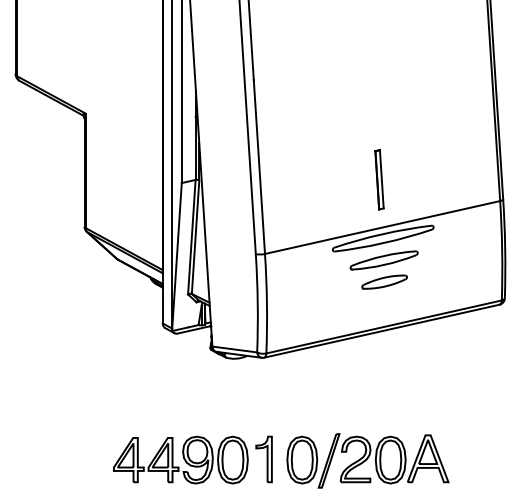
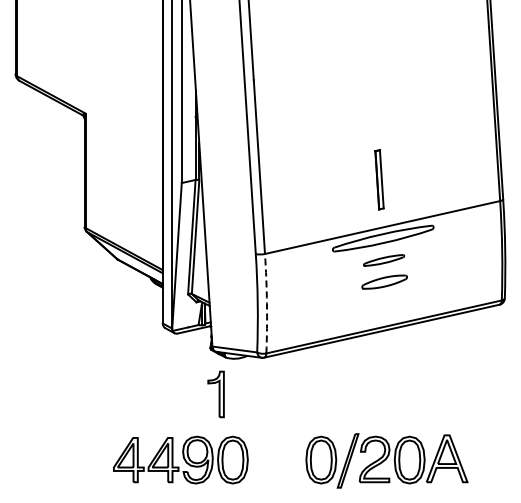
part at (383, 260) size: 70x21 px -> 43x13 px
arc at (266, 303): solid -> dashed
part at (263, 459) position: (263, 459) -> (215, 394)
part at (367, 460) position: (367, 460) -> (386, 460)
